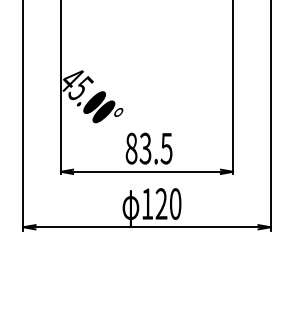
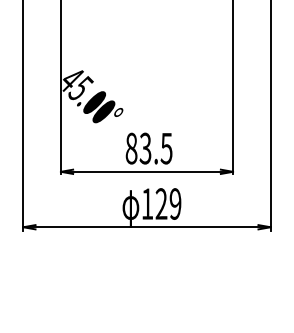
text at (175, 203): 120 -> 129
